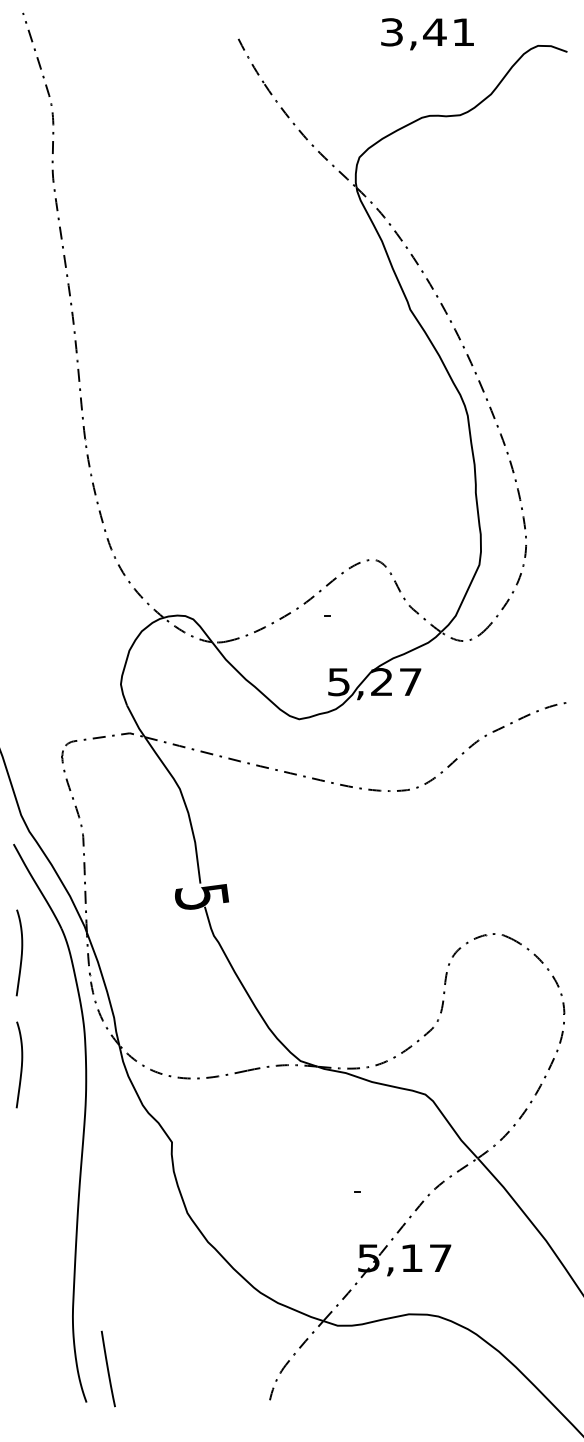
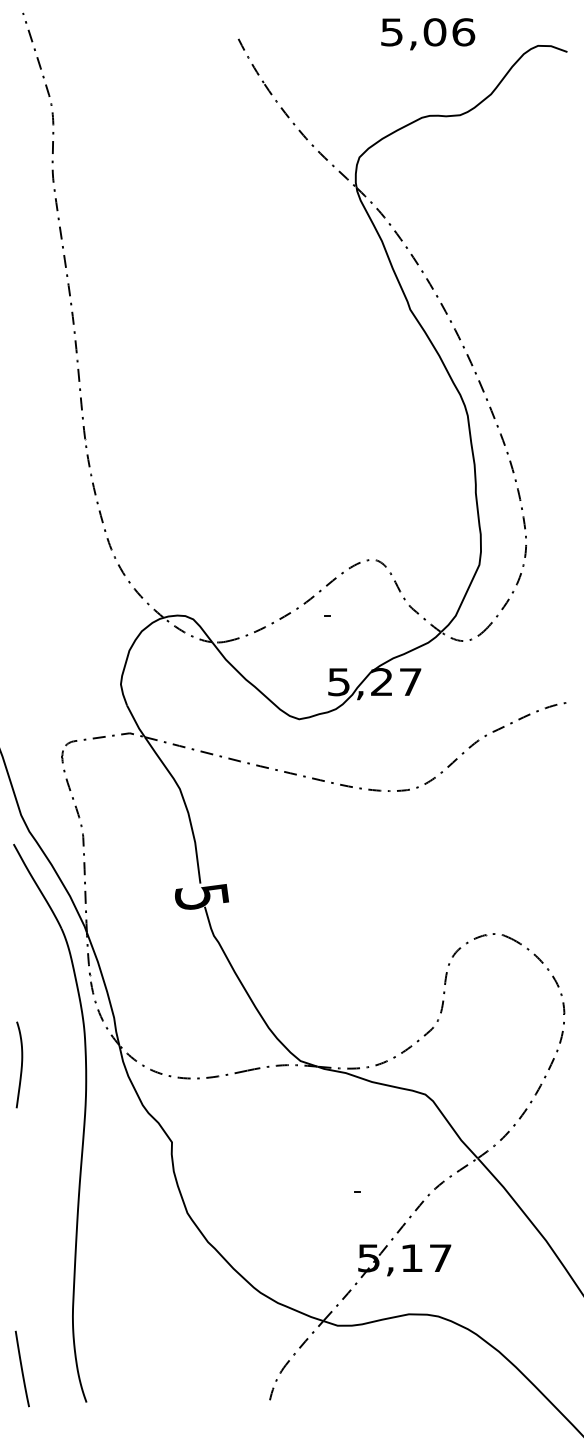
text at (428, 32): 3,41 -> 5,06
curve at (21, 952): present -> none
line at (107, 1368) position: (107, 1368) -> (21, 1368)
